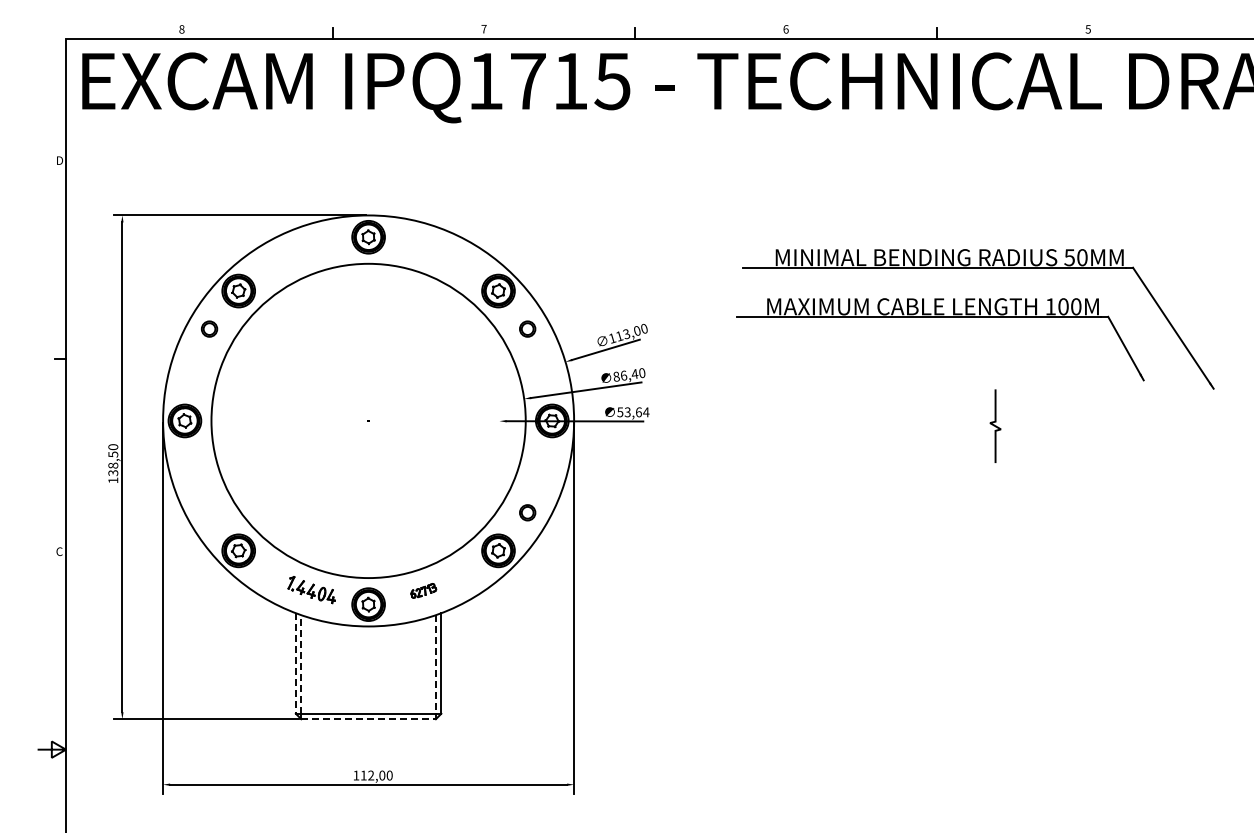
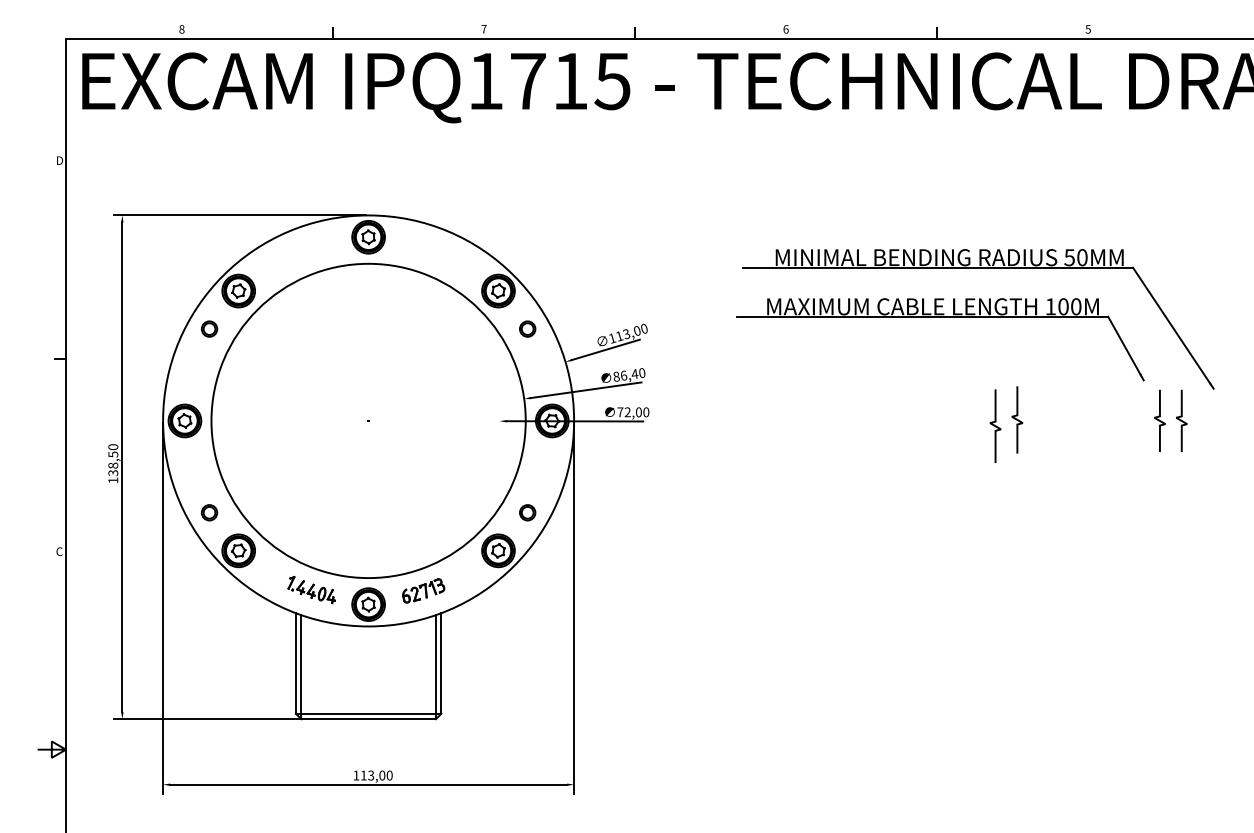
text at (633, 412): 53,64 -> 72,00
curve at (1017, 419): none -> present
curve at (1159, 420): none -> present
curve at (1181, 420): none -> present
part at (209, 512): none -> present
part at (423, 590) size: 28x16 px -> 44x26 px
line at (295, 663): dashed -> solid
line at (301, 663): dashed -> solid
line at (435, 664): dashed -> solid
line at (369, 719): dashed -> solid
text at (371, 775): 112,00 -> 113,00
